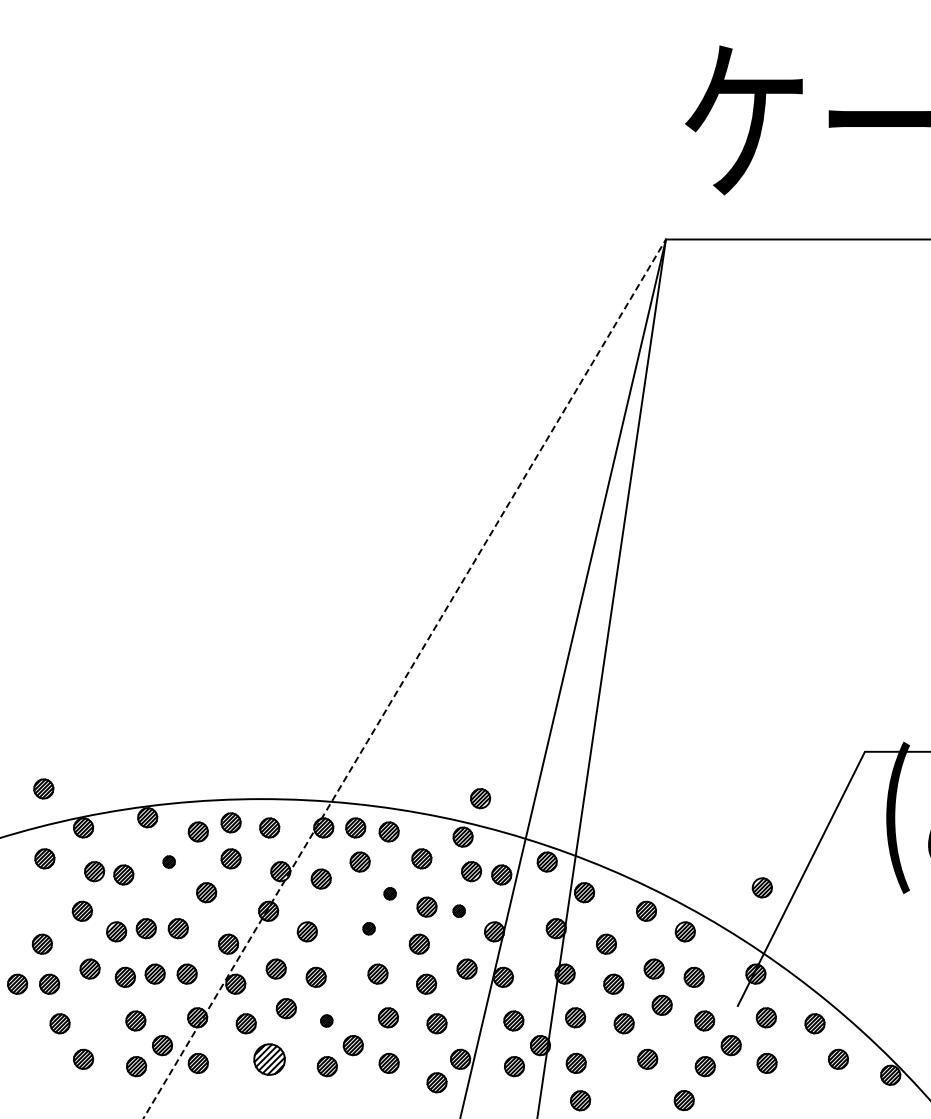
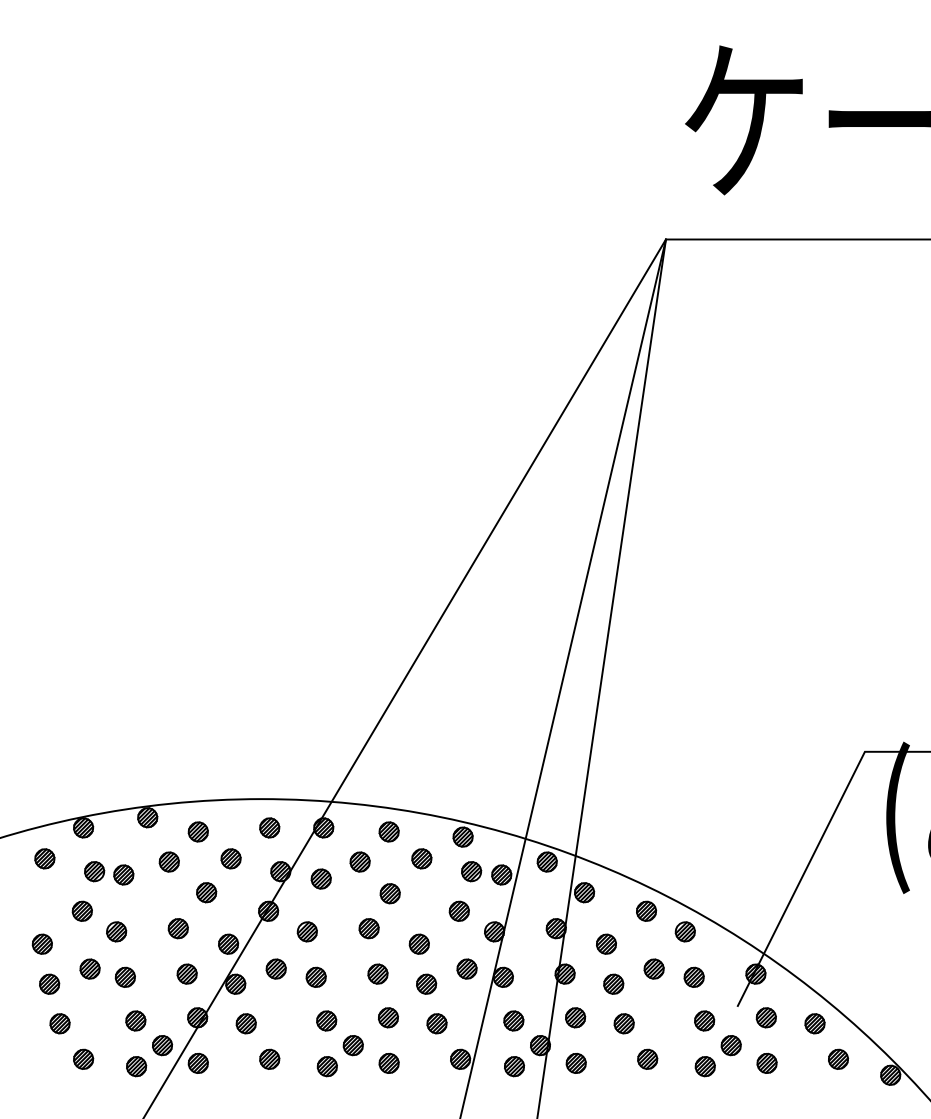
line at (405, 678): dashed -> solid
part at (43, 788): present -> none
part at (480, 798): present -> none
part at (230, 822): present -> none
part at (355, 827): present -> none
part at (168, 861) size: 14x14 px -> 22x22 px
part at (761, 887): present -> none
part at (389, 893) size: 14x14 px -> 22x22 px
part at (426, 906): present -> none
part at (458, 910) size: 14x14 px -> 22x22 px
part at (145, 928): present -> none
part at (368, 928) size: 14x14 px -> 22x22 px
part at (154, 973): present -> none
part at (17, 983): present -> none
part at (661, 1004): present -> none
part at (285, 1008): present -> none
part at (326, 1020) size: 14x14 px -> 22x22 px
part at (269, 1059) size: 33x33 px -> 22x22 px
part at (436, 1082): present -> none
part at (580, 1100): present -> none
part at (683, 1100): present -> none
